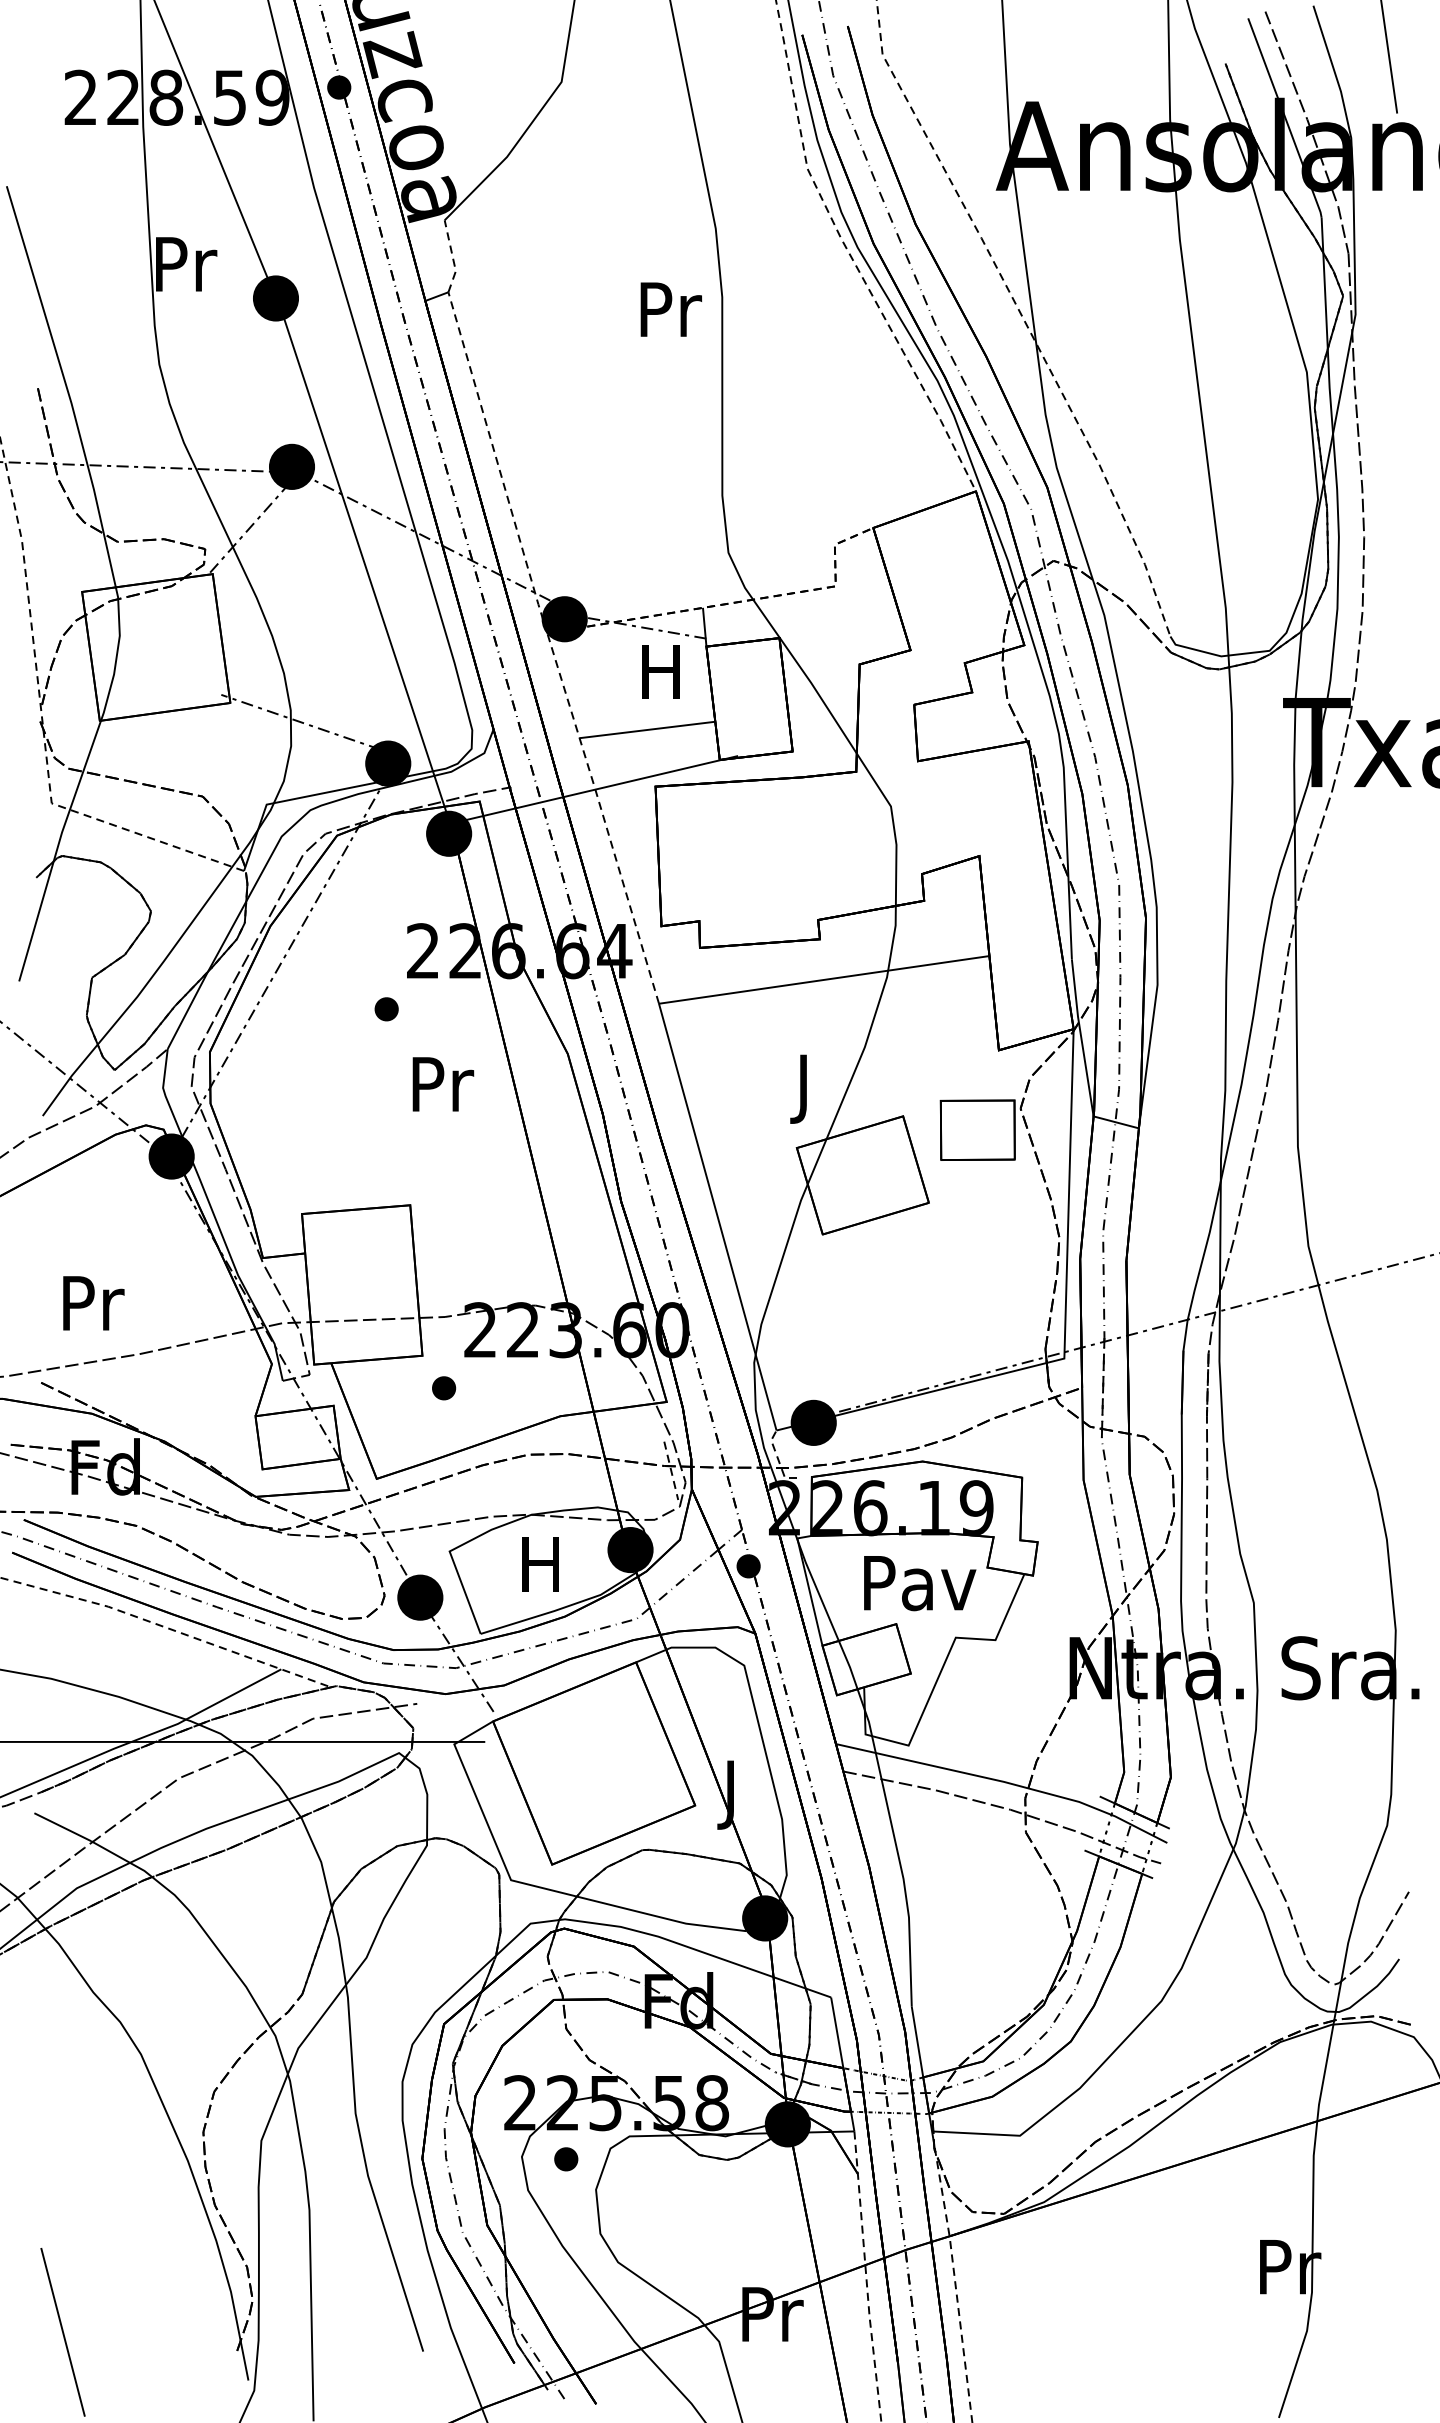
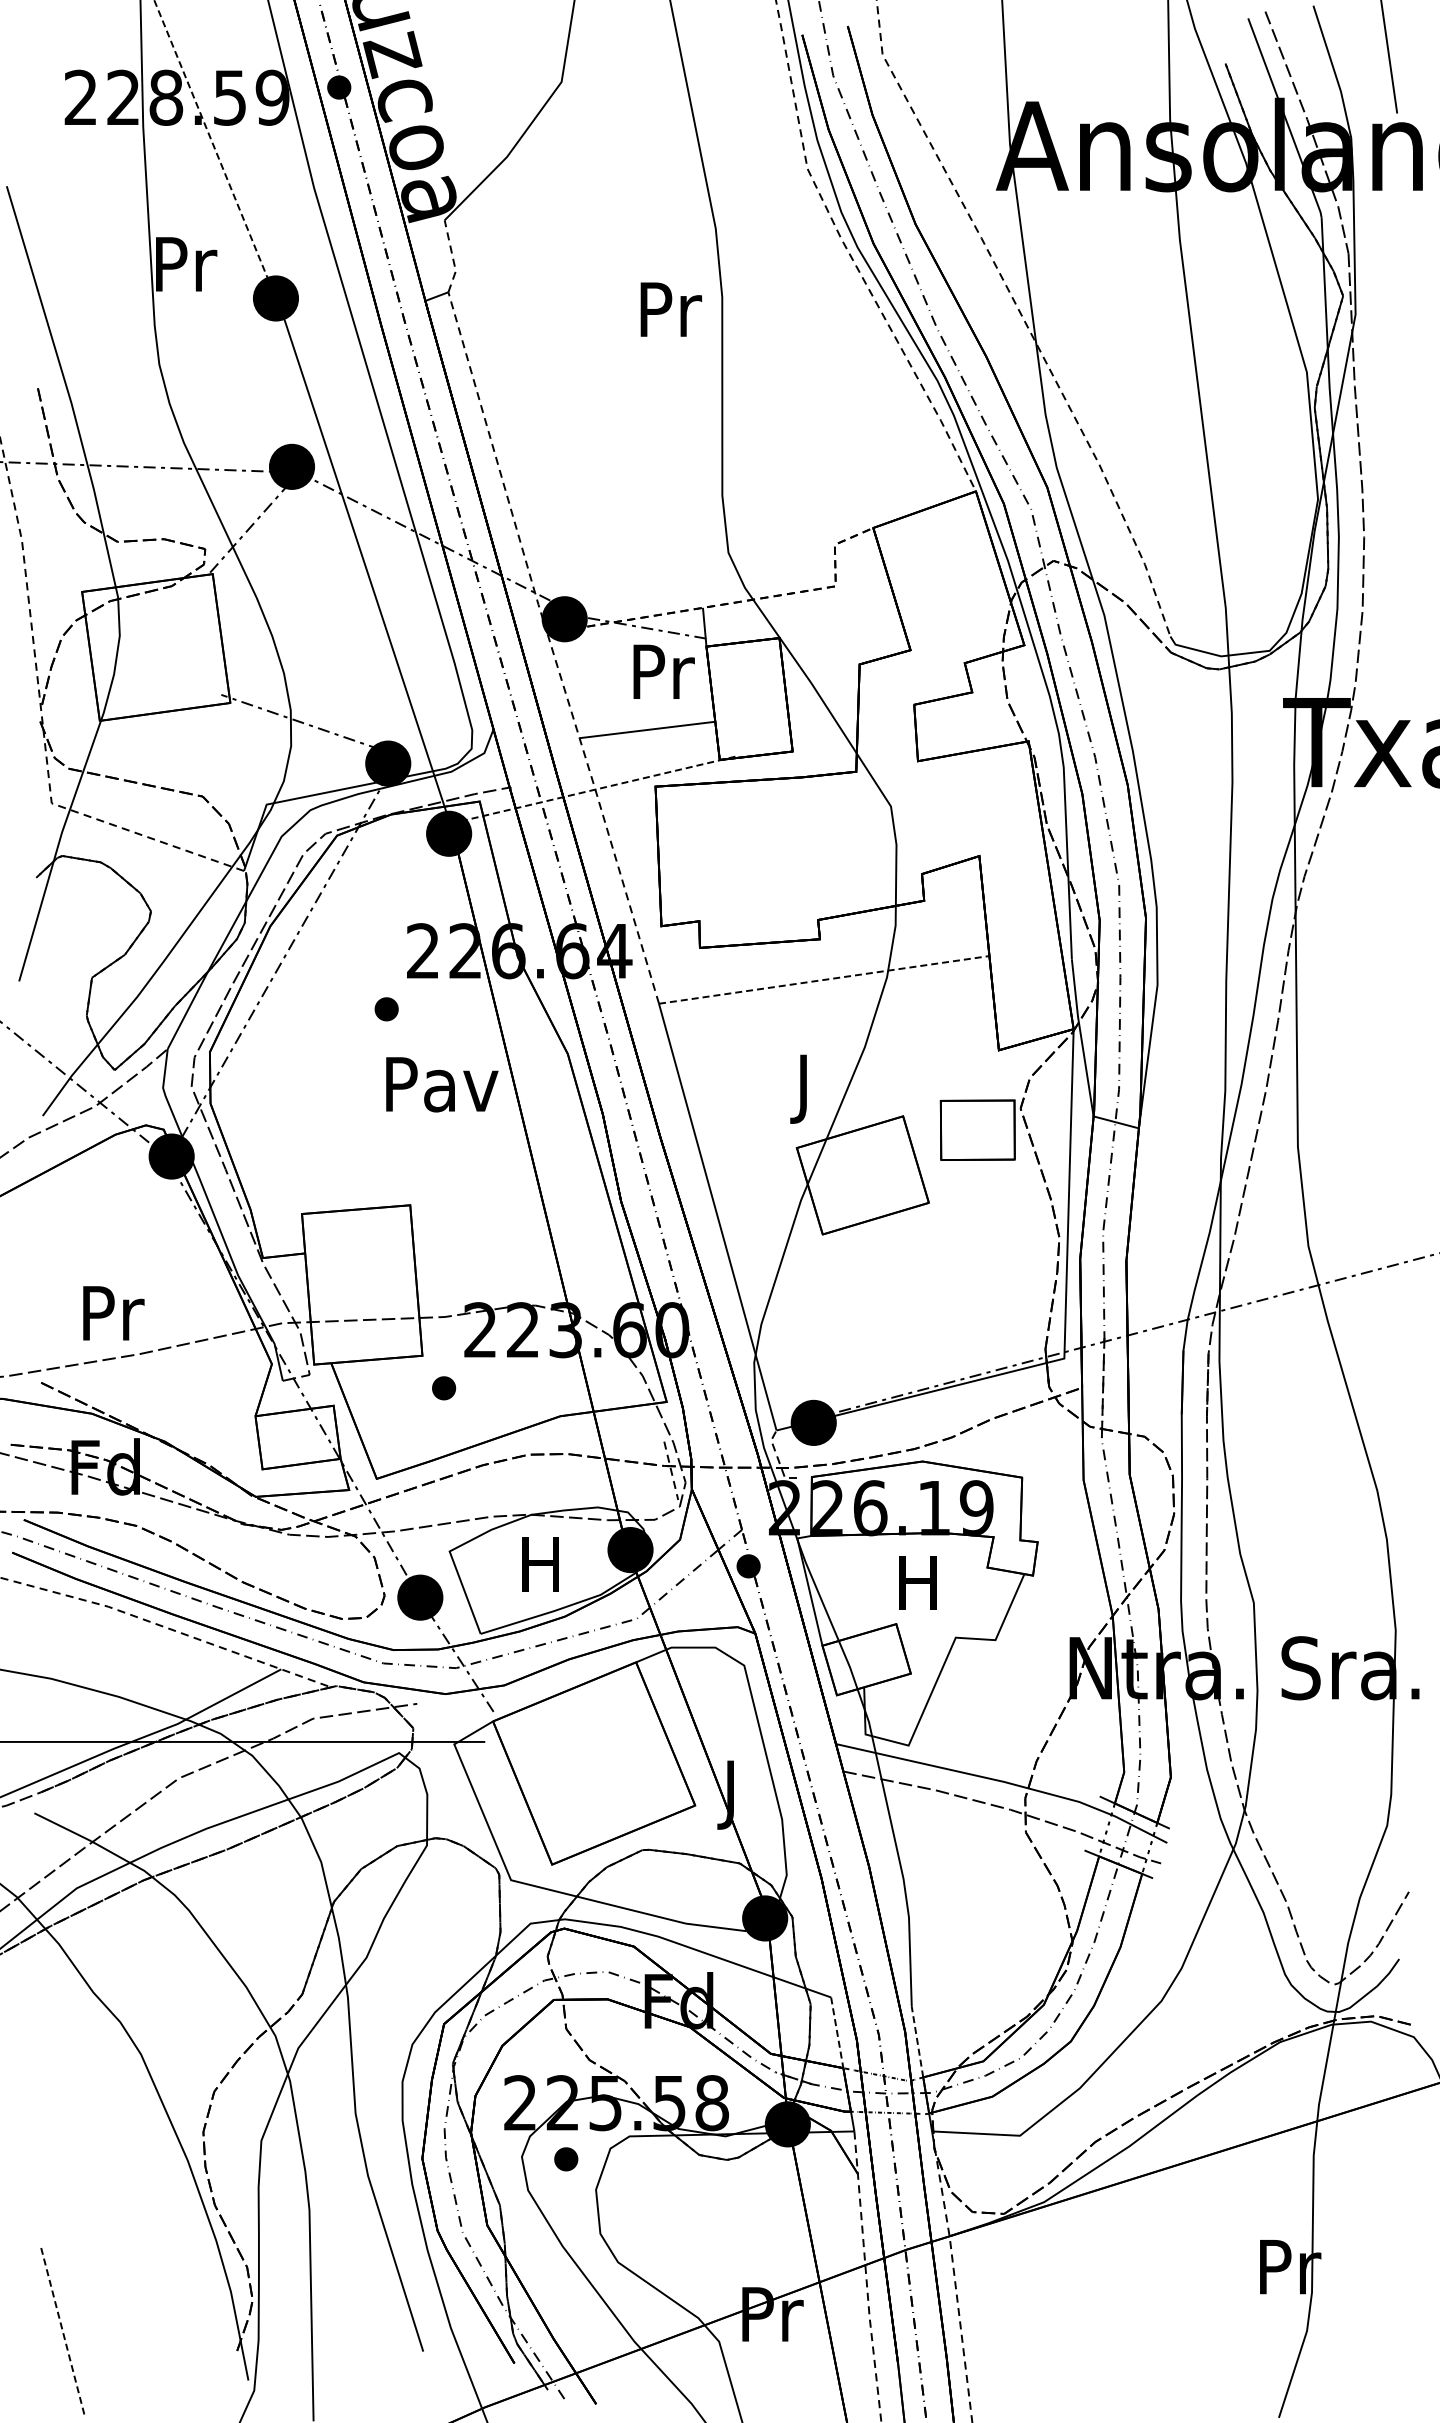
line at (215, 149): solid -> dashed
text at (663, 671): H -> Pr
line at (594, 789): solid -> dashed
line at (824, 979): solid -> dashed
text at (442, 1084): Pr -> Pav
text at (93, 1303) position: (93, 1303) -> (113, 1313)
text at (920, 1583): Pav -> H
line at (837, 2032): solid -> dashed
line at (917, 2042): solid -> dashed
line at (63, 2332): solid -> dashed
